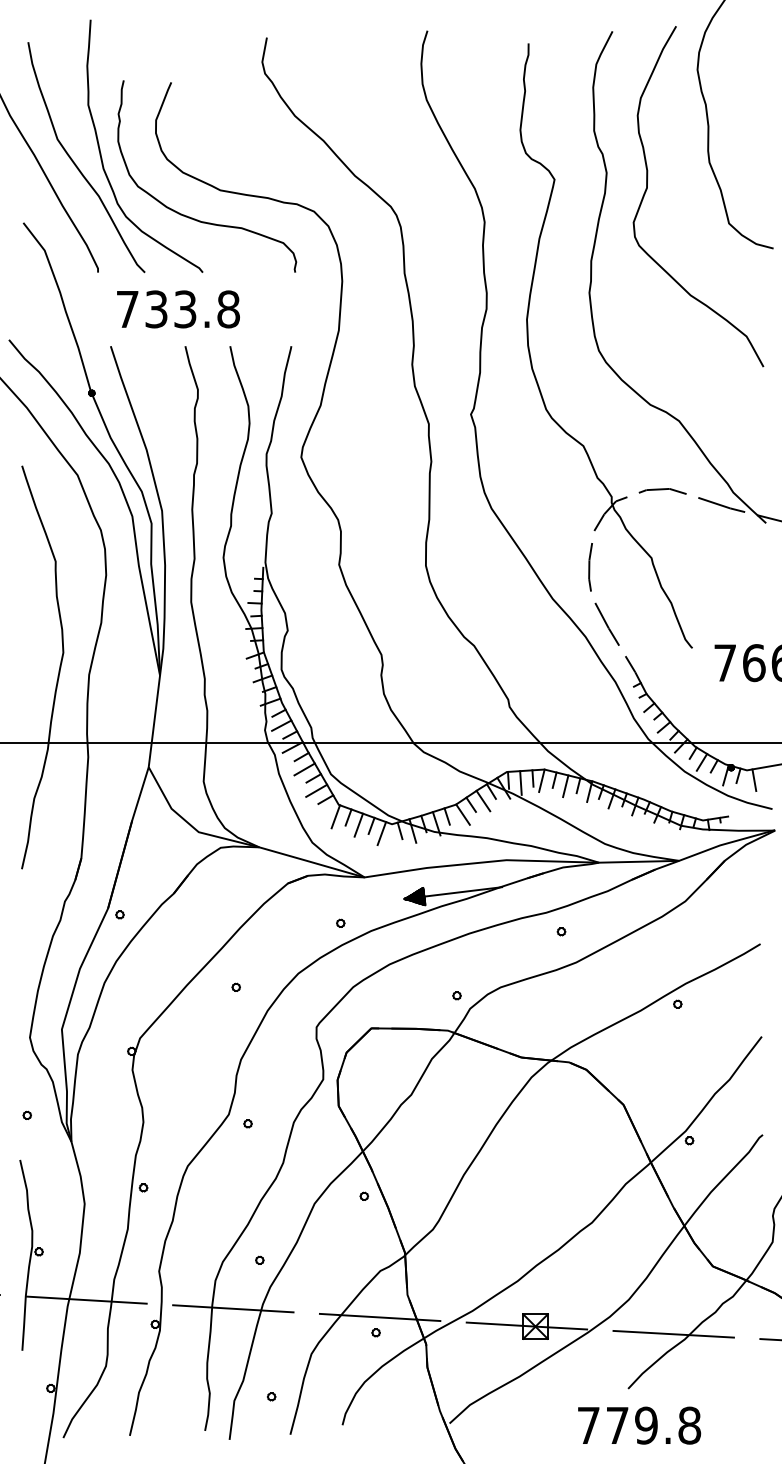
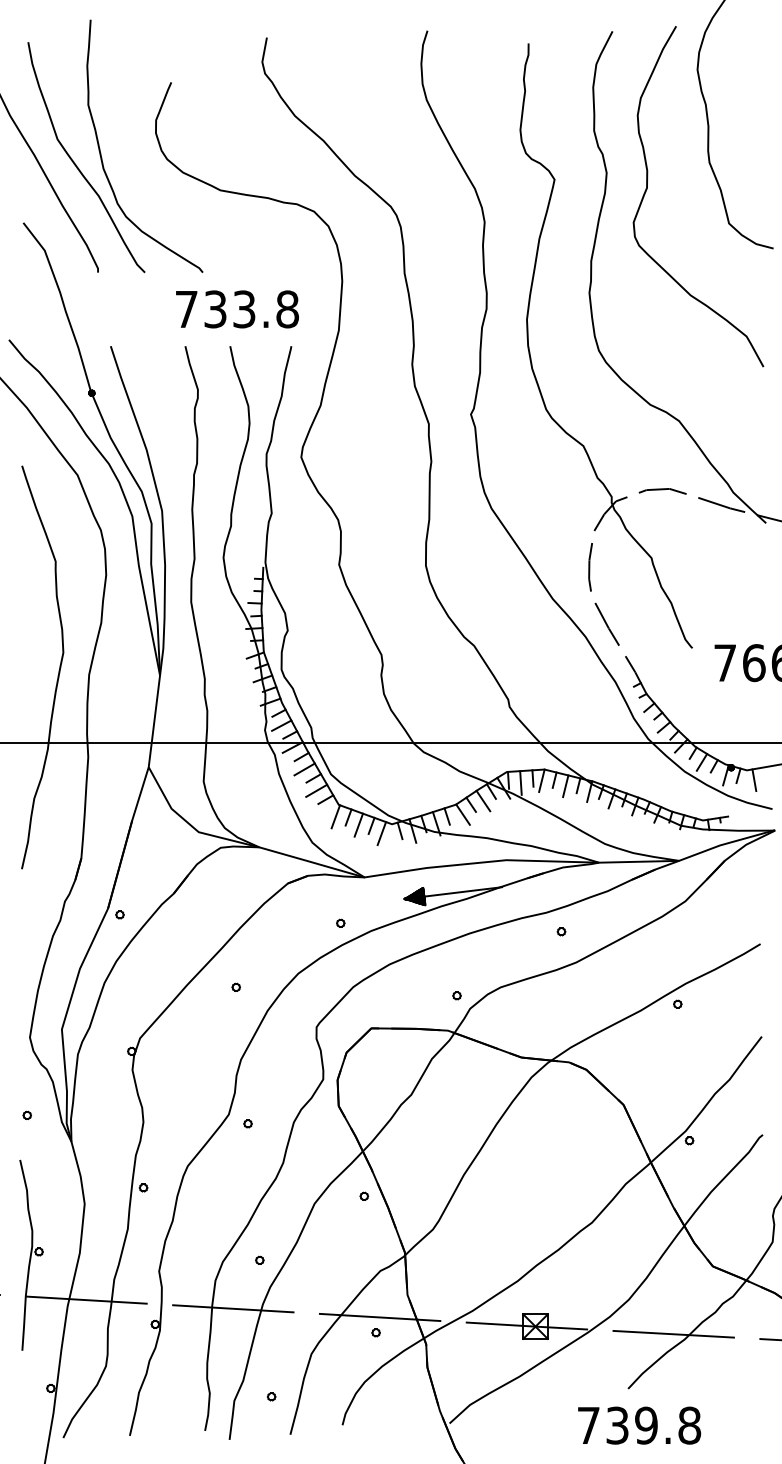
curve at (192, 217): present -> none
text at (178, 309) position: (178, 309) -> (237, 309)
text at (617, 1425): 779.8 -> 739.8
